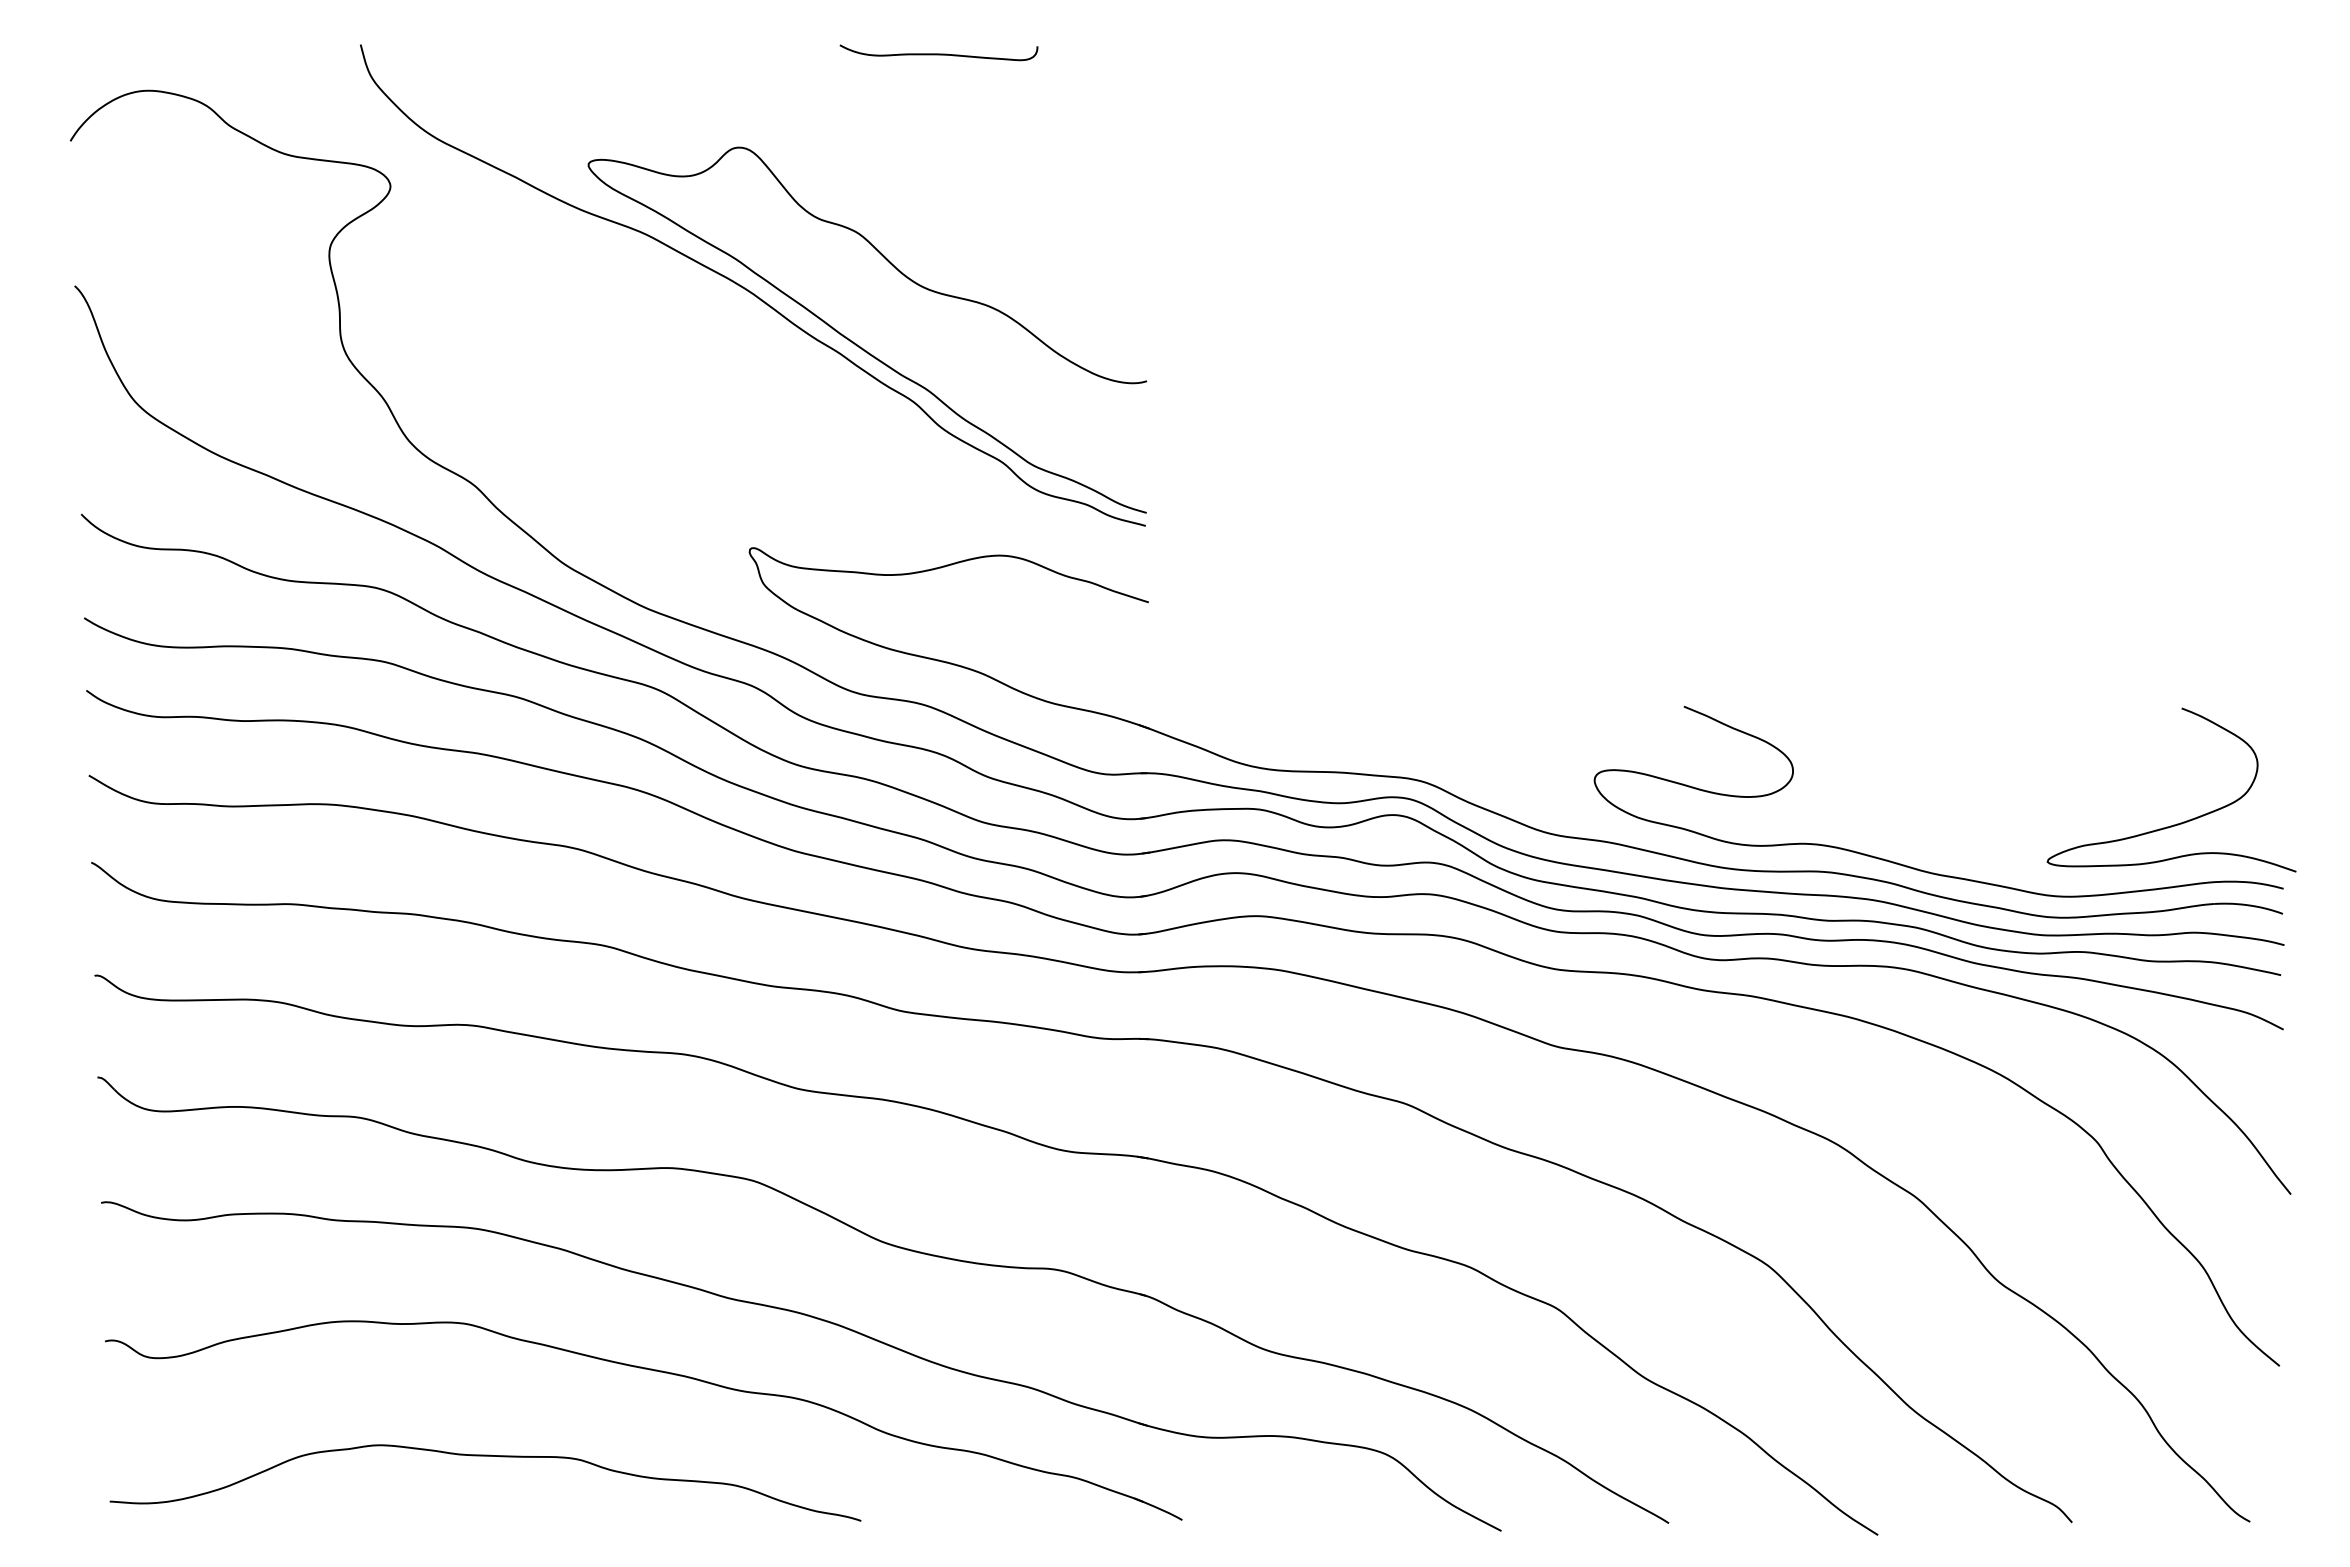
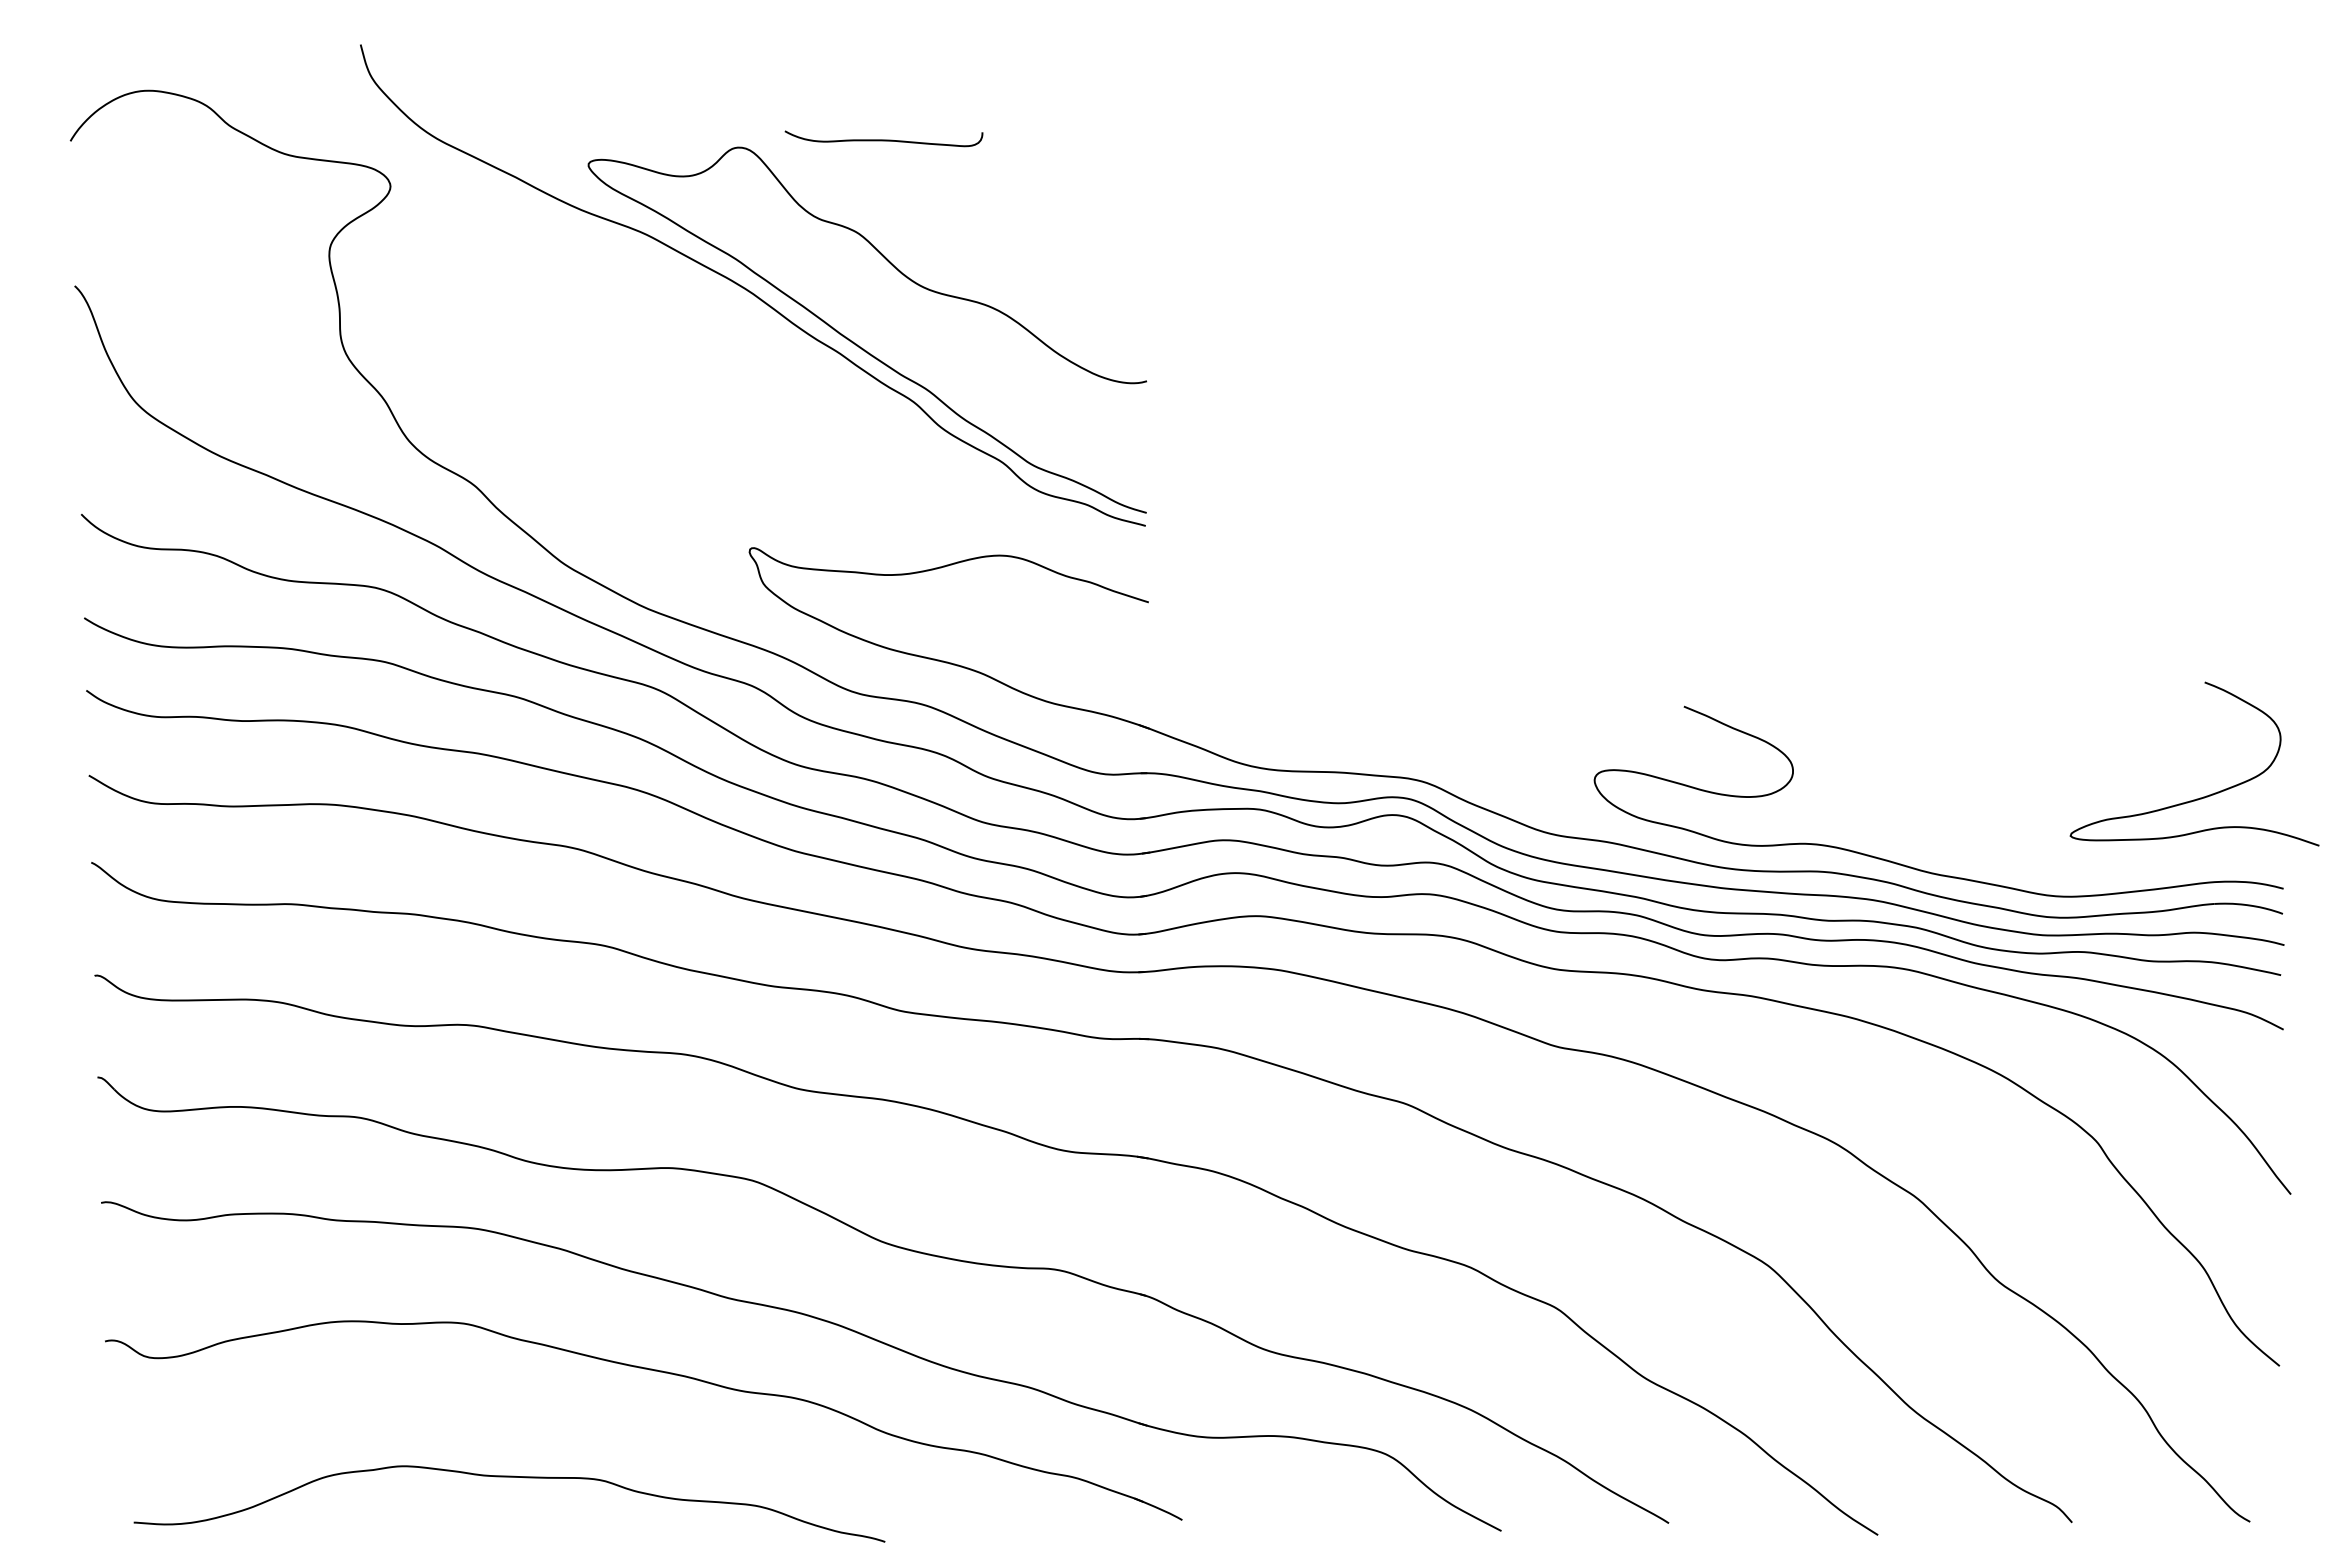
curve at (938, 53) position: (938, 53) -> (883, 139)
curve at (2183, 821) position: (2183, 821) -> (2206, 795)
curve at (485, 1456) position: (485, 1456) -> (509, 1477)
